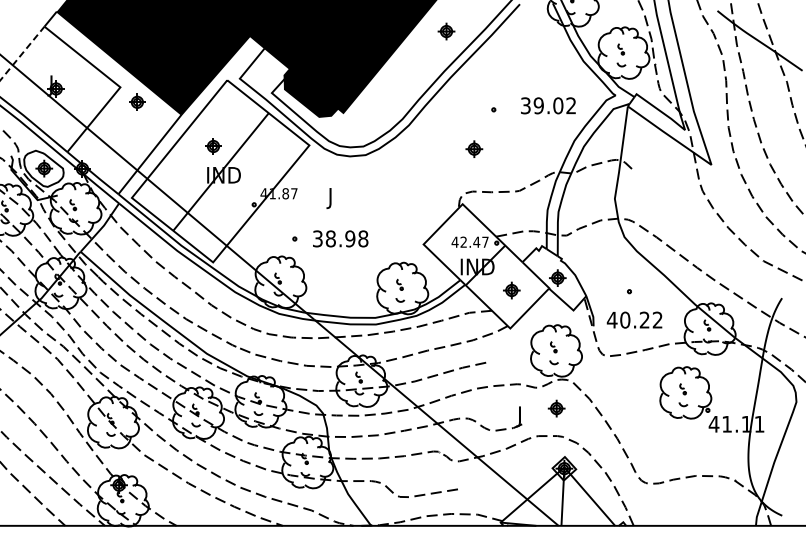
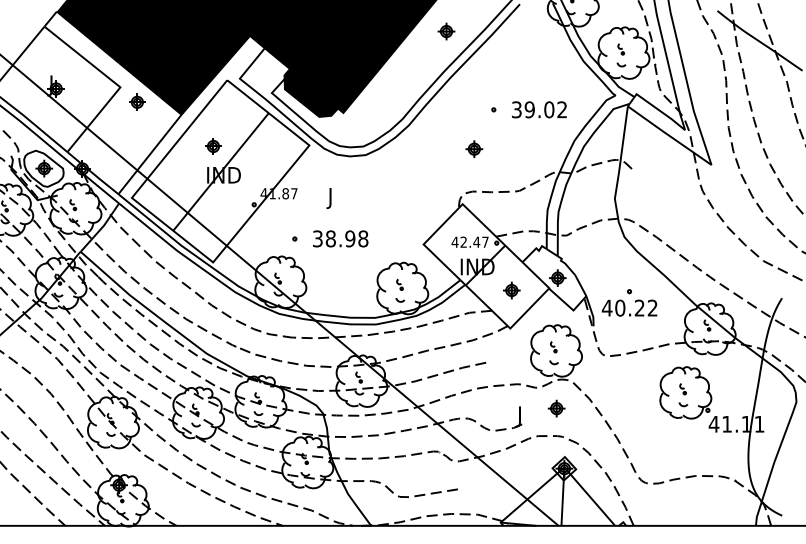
line at (22, 53): dashed -> solid
text at (548, 105) position: (548, 105) -> (539, 109)
text at (634, 319) position: (634, 319) -> (629, 307)
